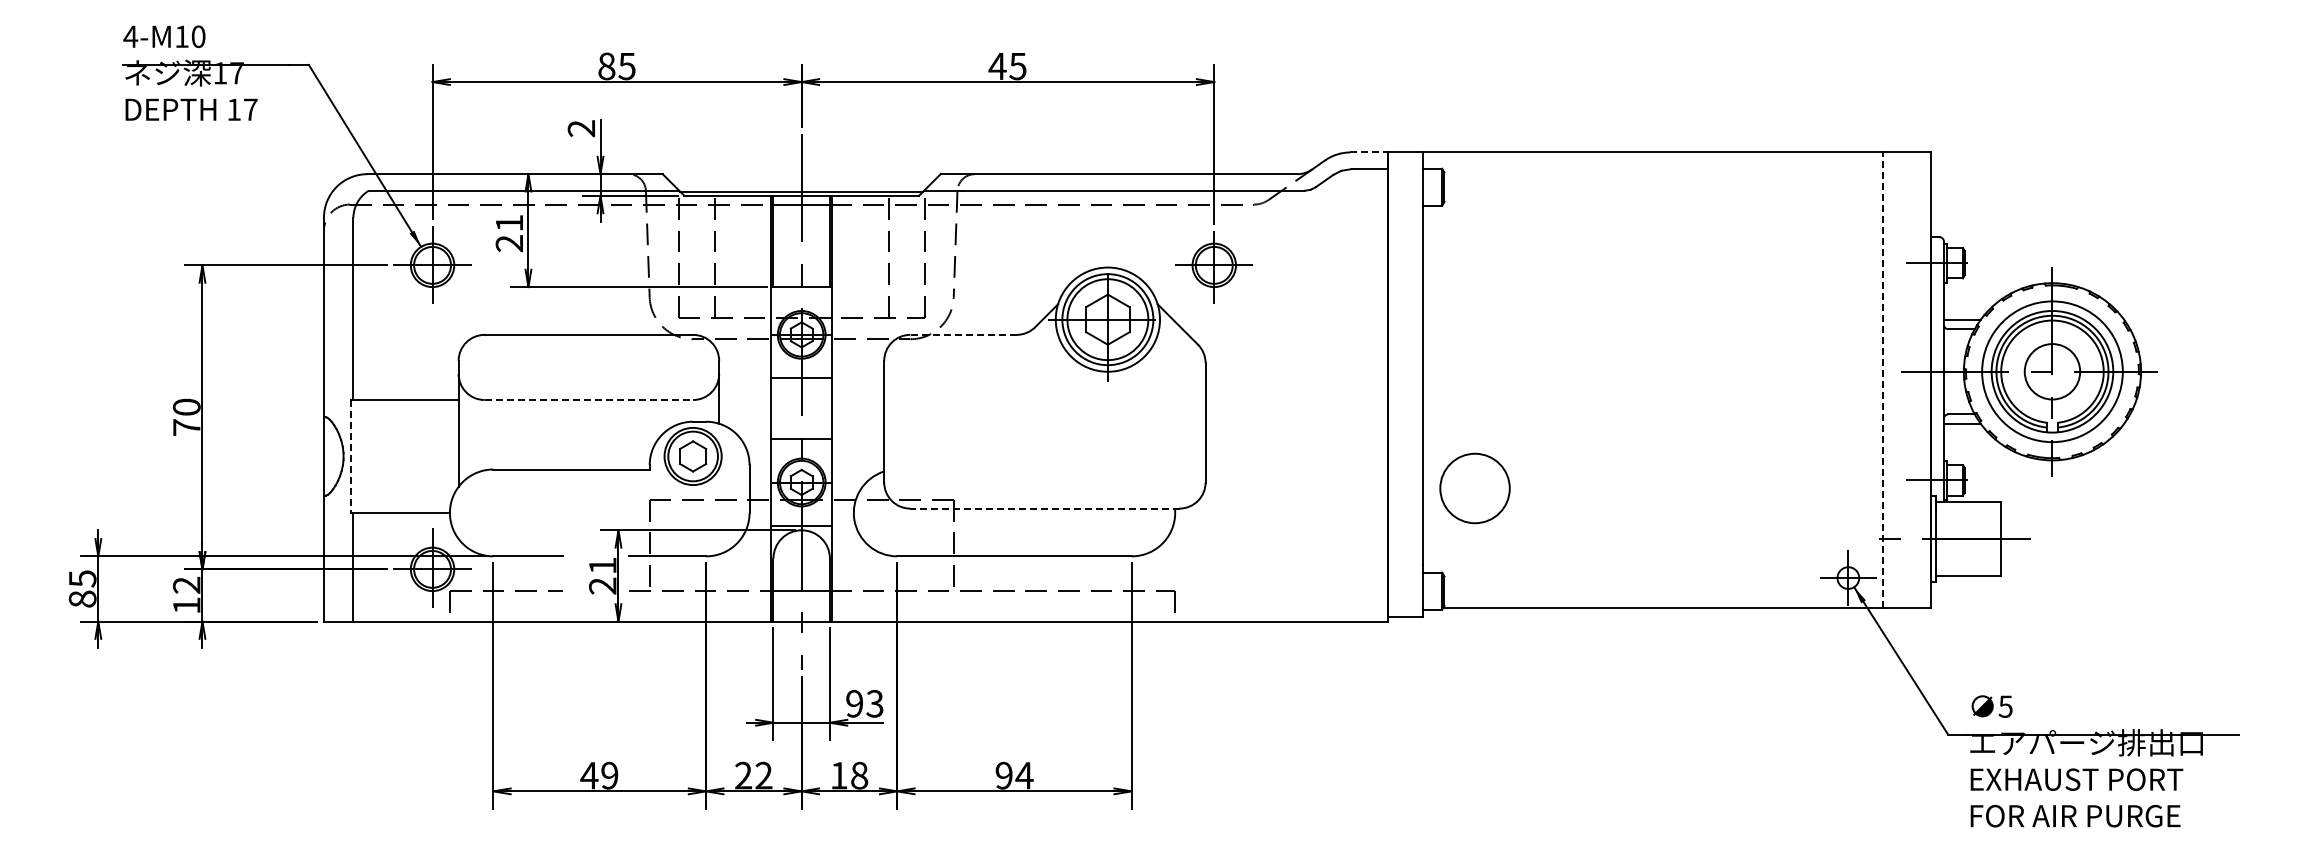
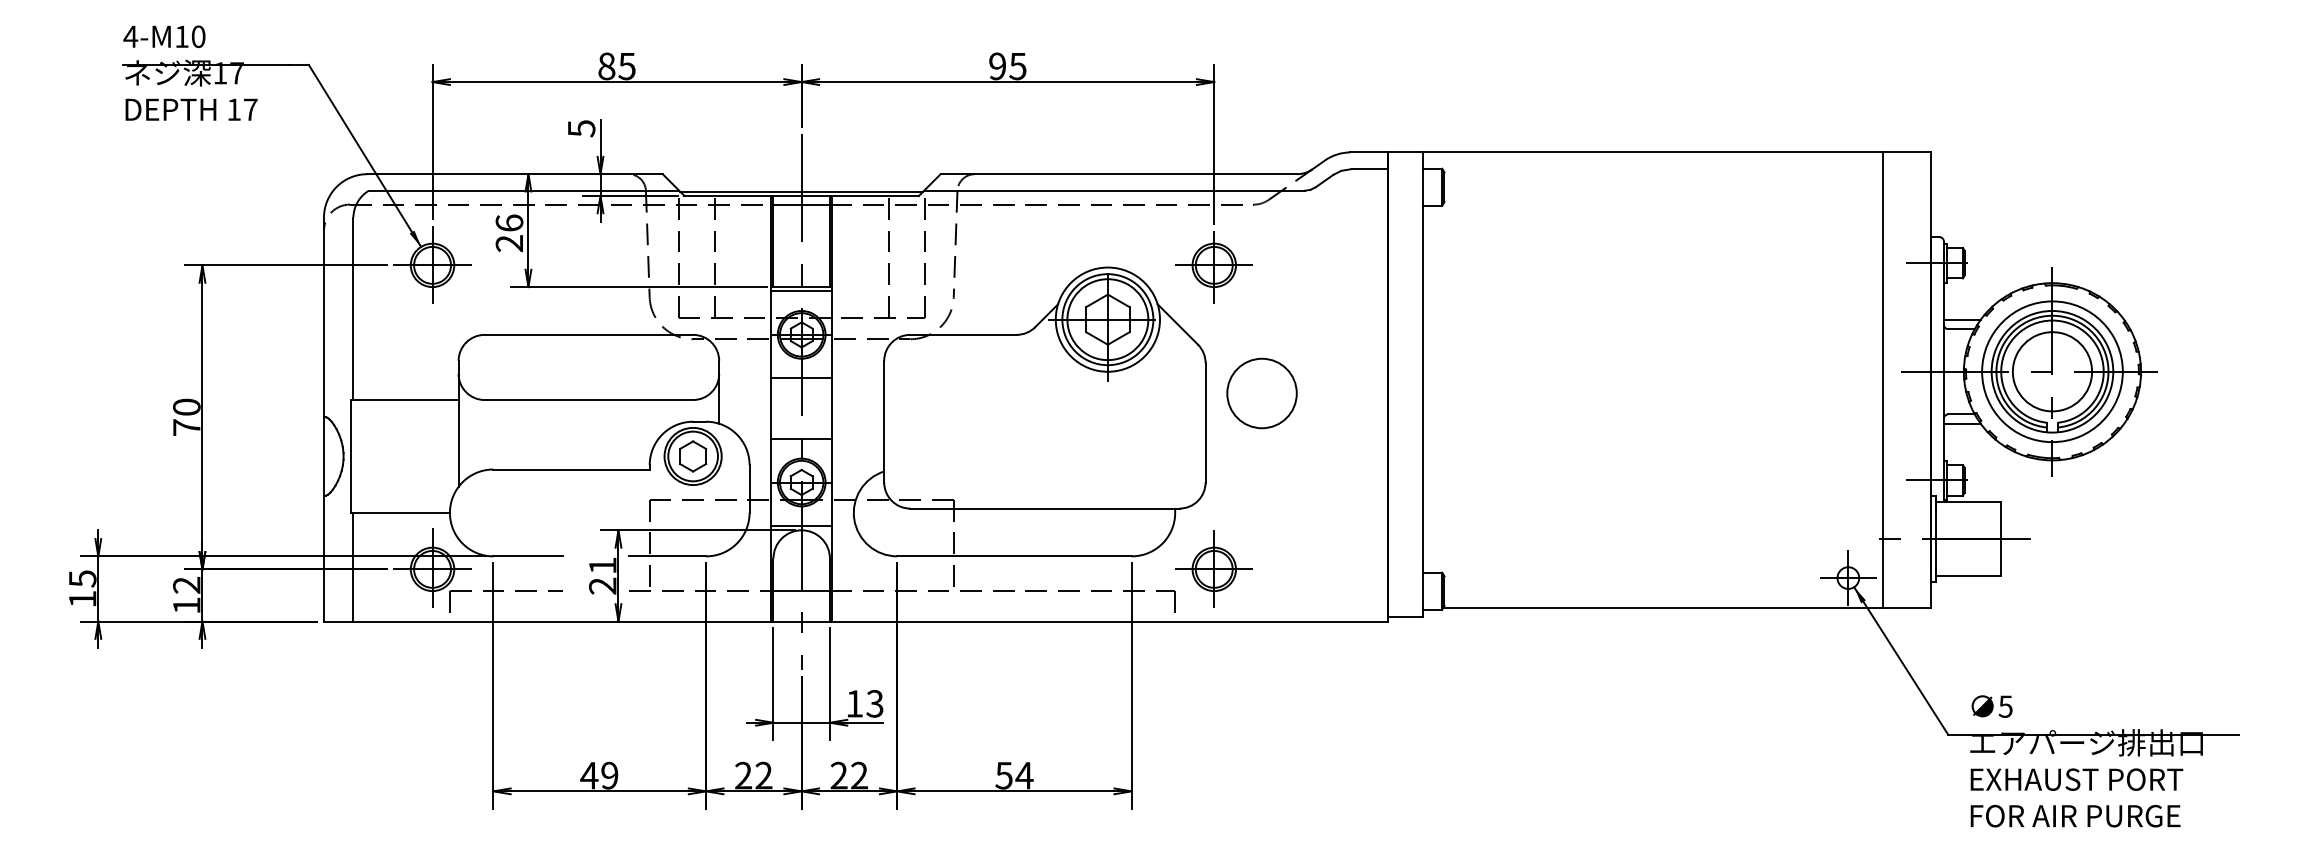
text at (997, 66): 45 -> 95
text at (581, 128): 2 -> 5
line at (1369, 152): dashed -> solid
text at (509, 222): 21 -> 26
line at (801, 291): none -> present
line at (963, 334): dashed -> solid
circle at (2052, 371) diameter: 55 px -> 79 px
line at (1883, 379): dashed -> solid
line at (589, 400): dashed -> solid
line at (351, 456): dashed -> solid
circle at (1474, 488) position: (1474, 488) -> (1261, 393)
line at (1044, 508): dashed -> solid
part at (1213, 568): none -> present
text at (82, 598): 85 -> 15
text at (854, 703): 93 -> 13
text at (849, 775): 18 -> 22
text at (1003, 775): 94 -> 54
